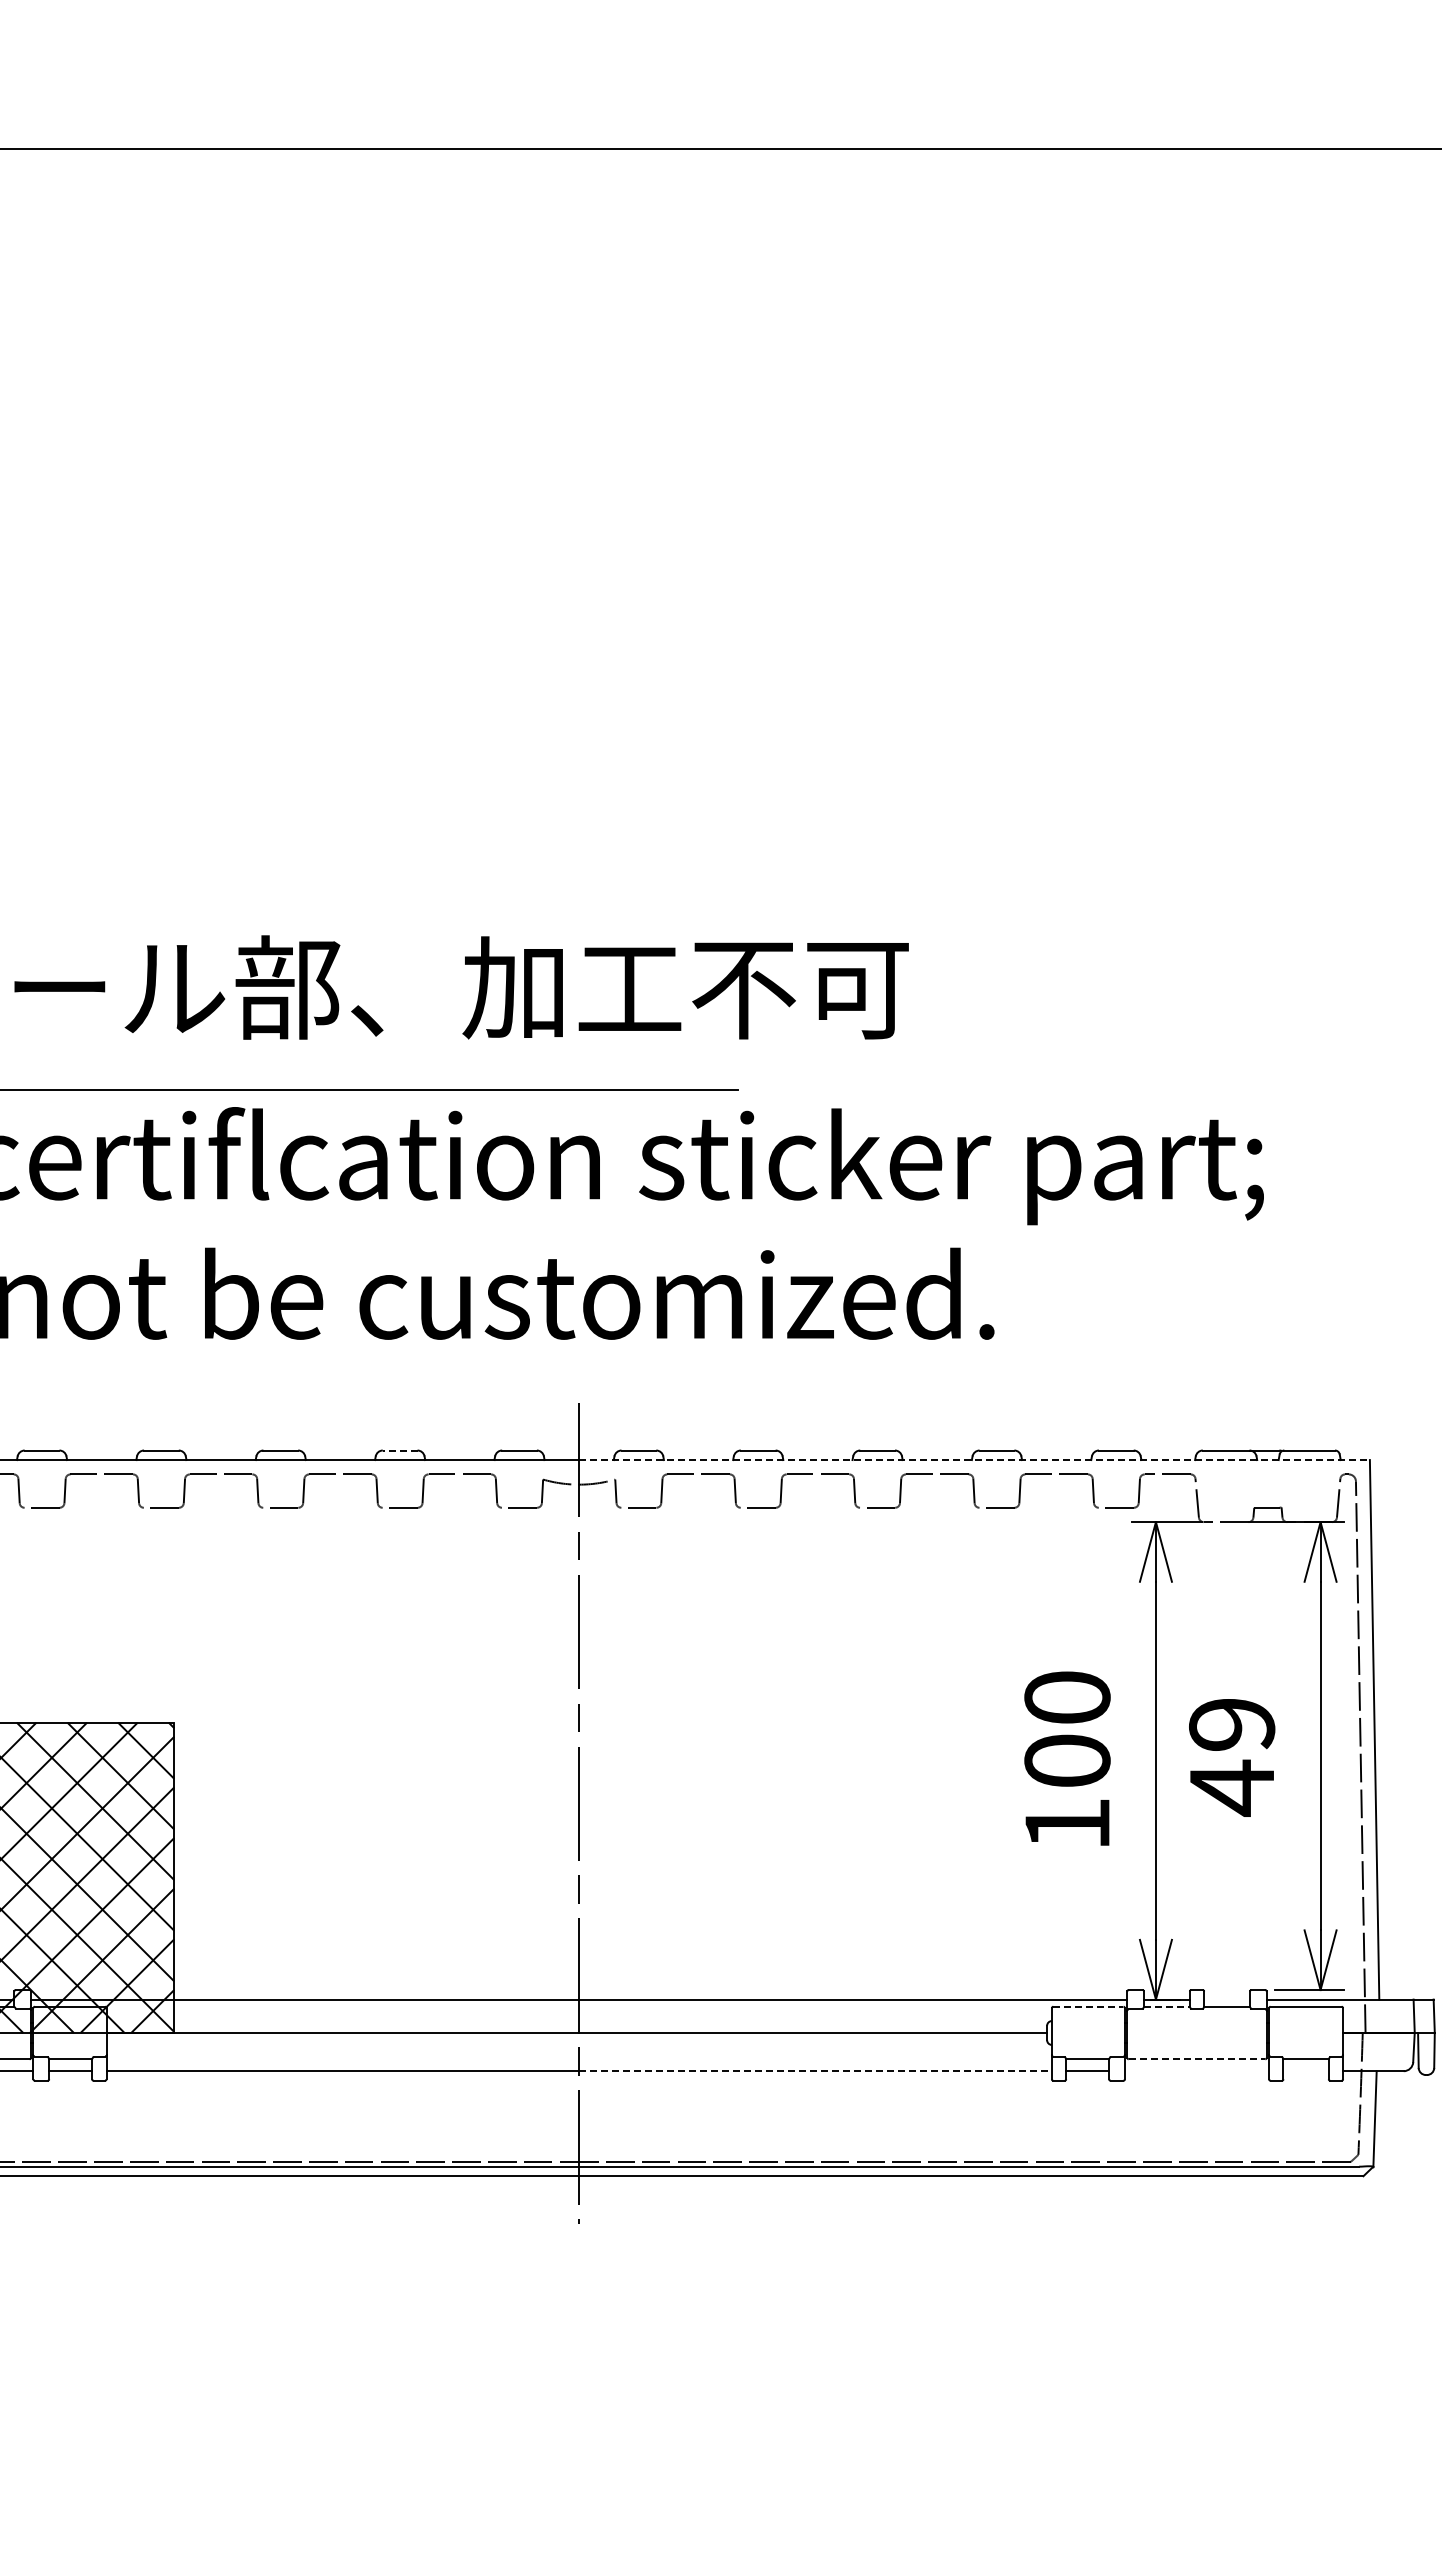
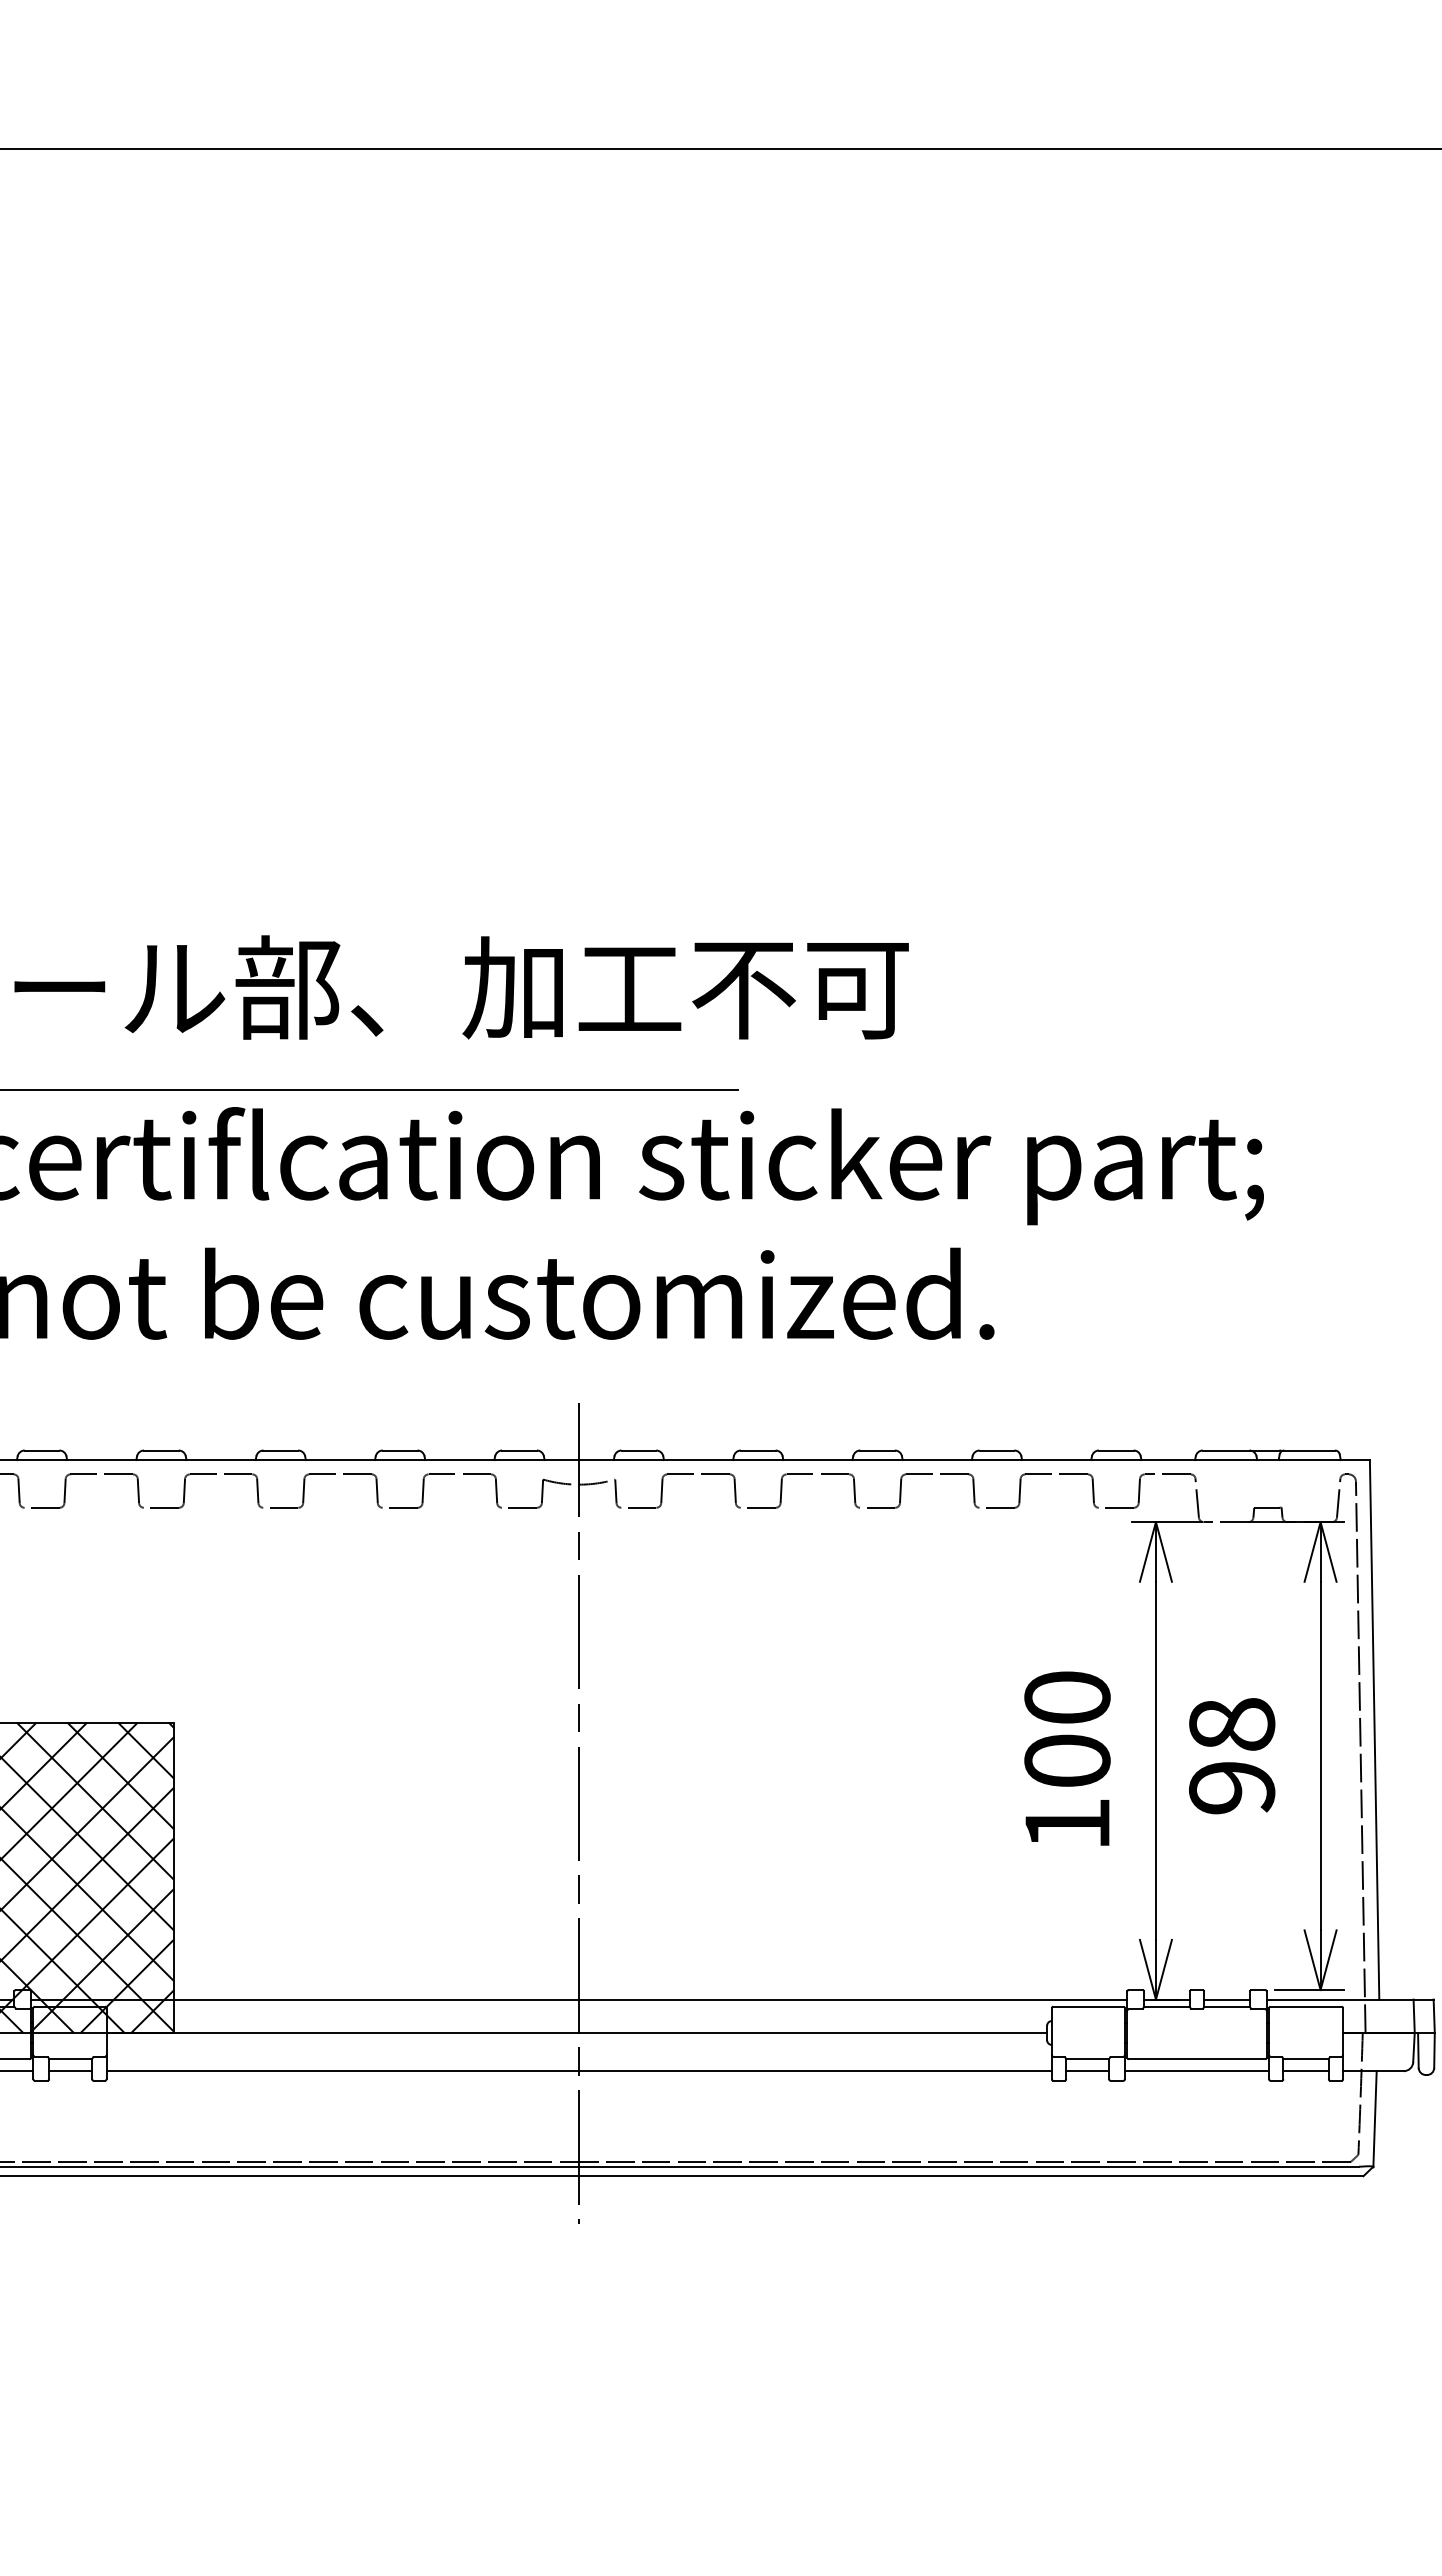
line at (399, 1450): dashed -> solid
line at (975, 1460): dashed -> solid
text at (1232, 1757): 49 -> 98
line at (1227, 1999): none -> present
line at (1088, 2006): dashed -> solid
line at (1166, 2006): dashed -> solid
line at (1197, 2059): dashed -> solid
line at (816, 2071): dashed -> solid
line at (1196, 2071): none -> present
line at (1305, 2071): none -> present
